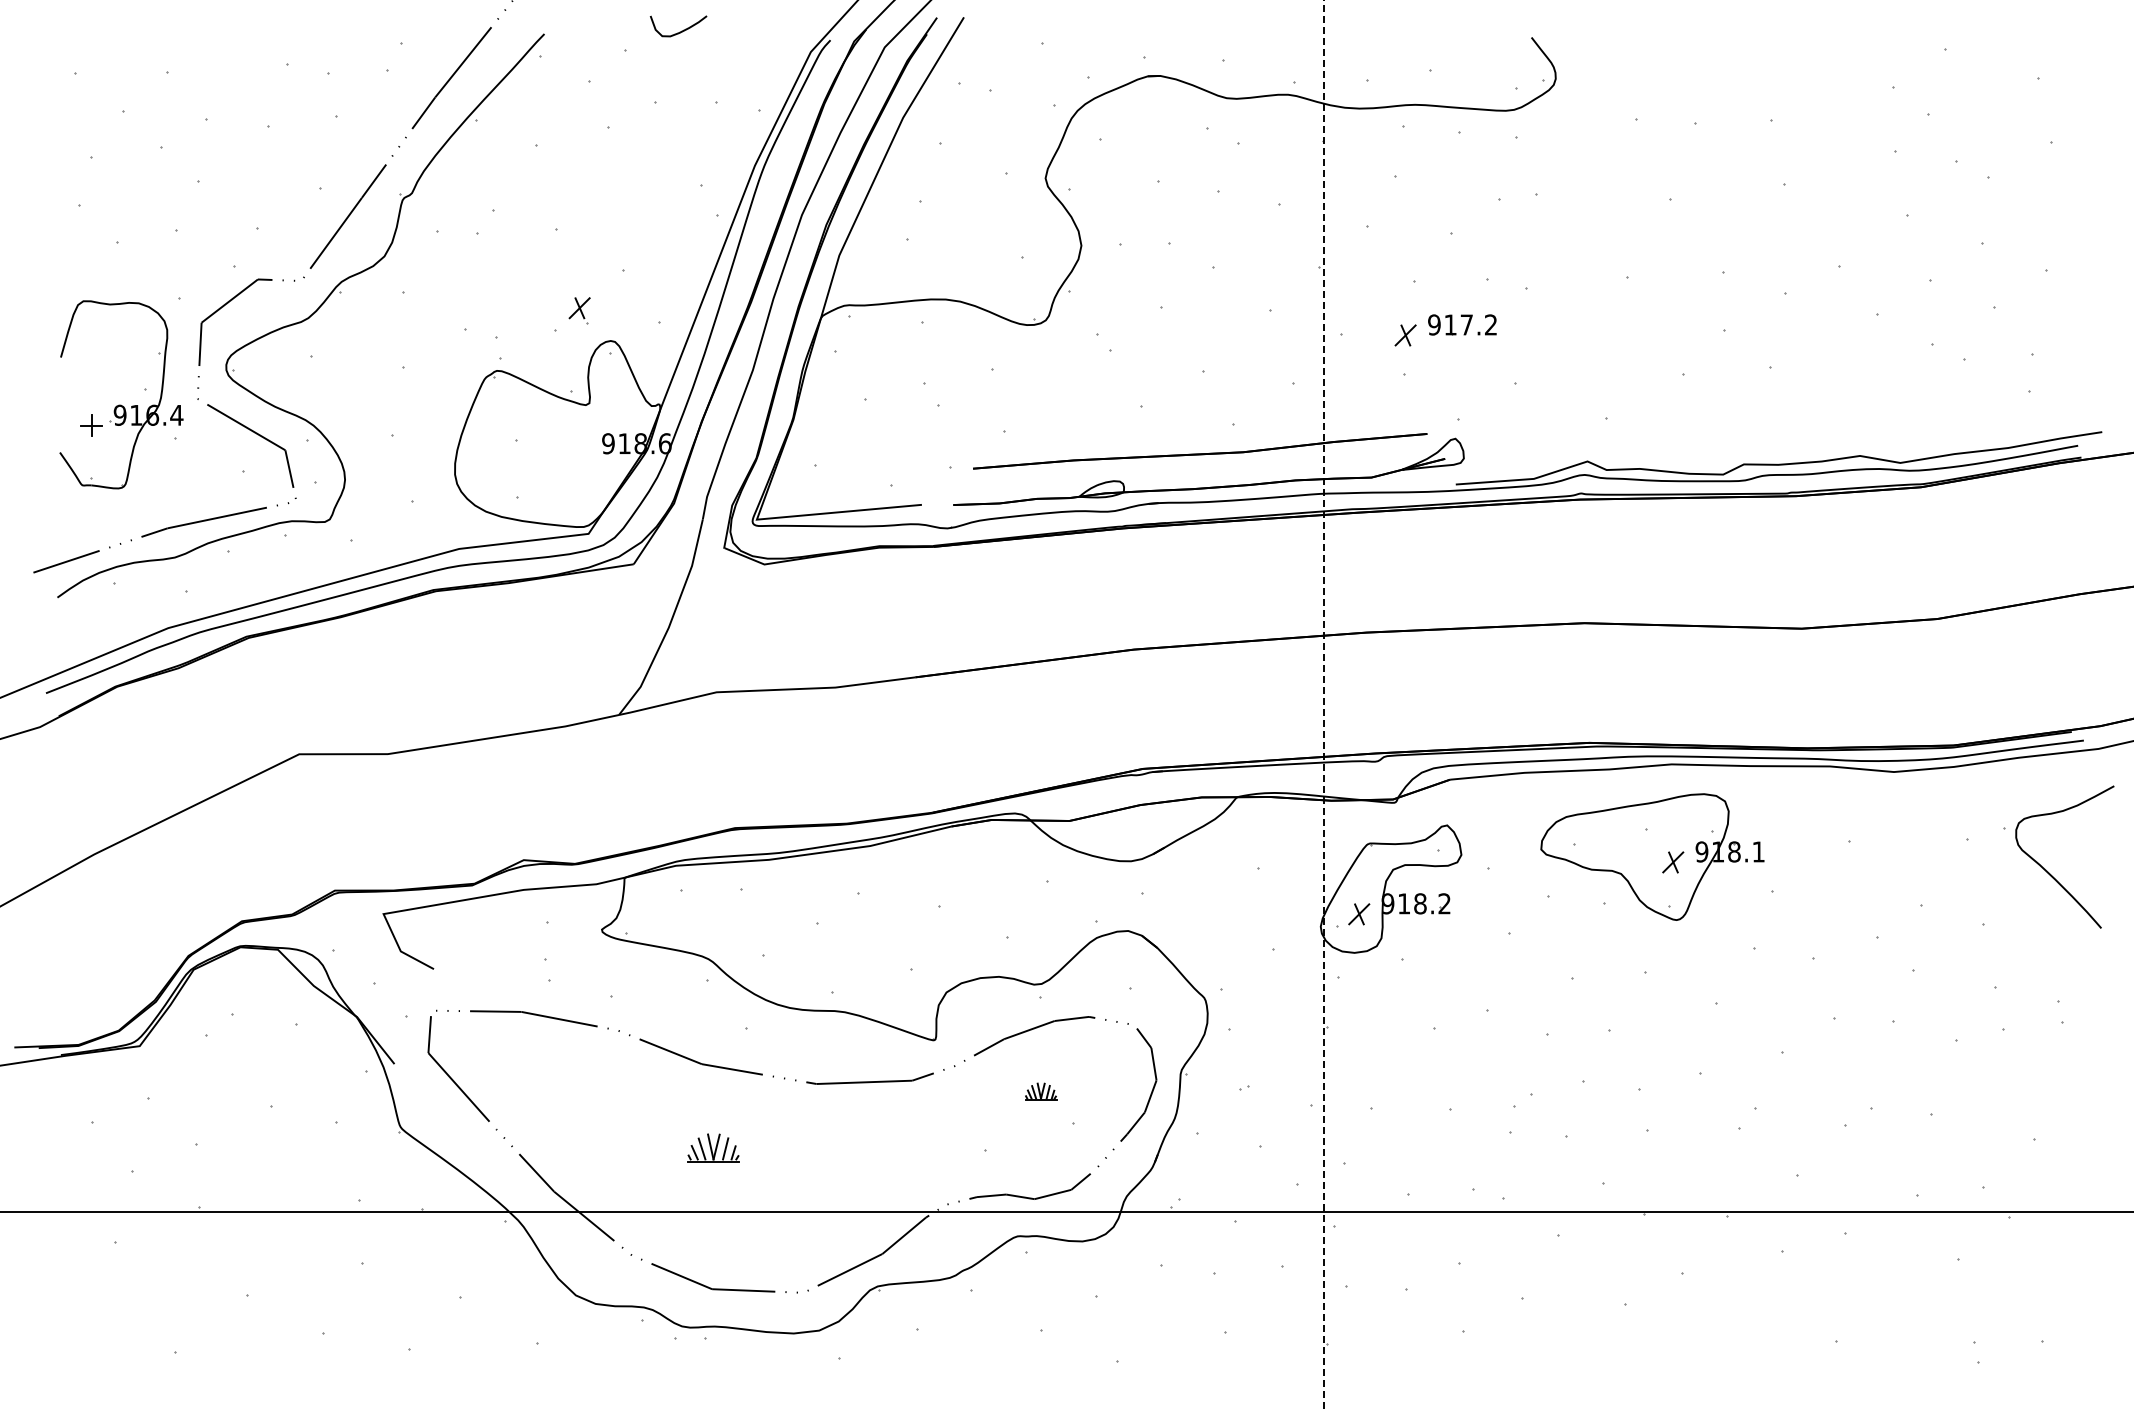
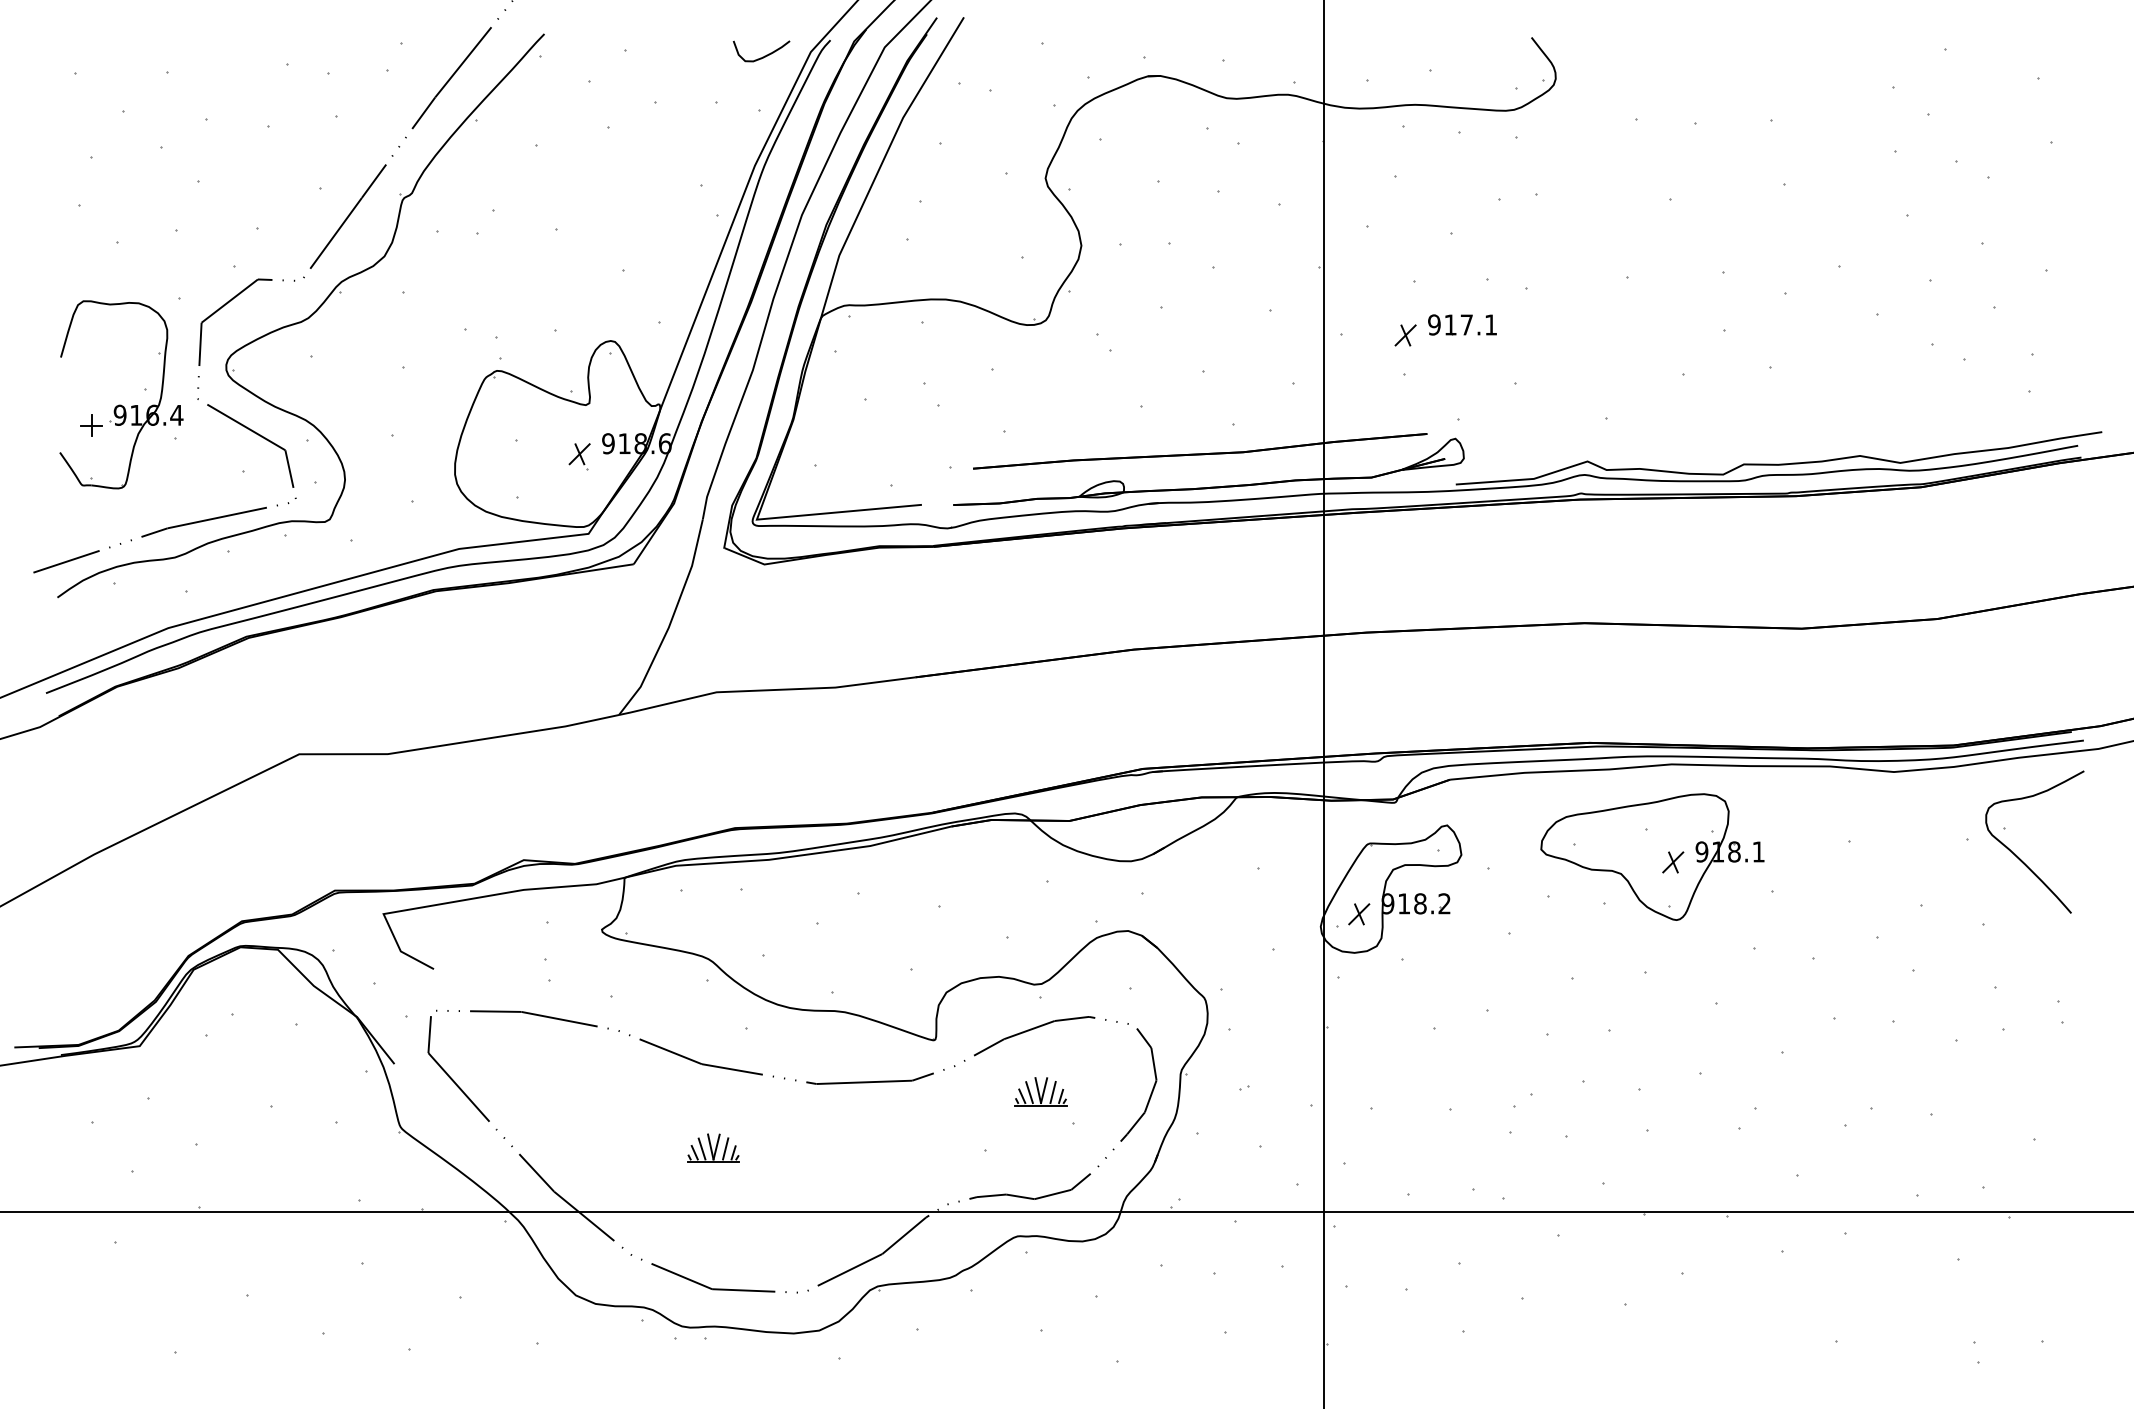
curve at (681, 30) position: (681, 30) -> (764, 55)
part at (579, 310) position: (579, 310) -> (579, 456)
text at (1490, 324): 917.2 -> 917.1
line at (1323, 704): dashed -> solid
curve at (2048, 871) position: (2048, 871) -> (2018, 856)
part at (1041, 1091) size: 33x19 px -> 54x30 px
